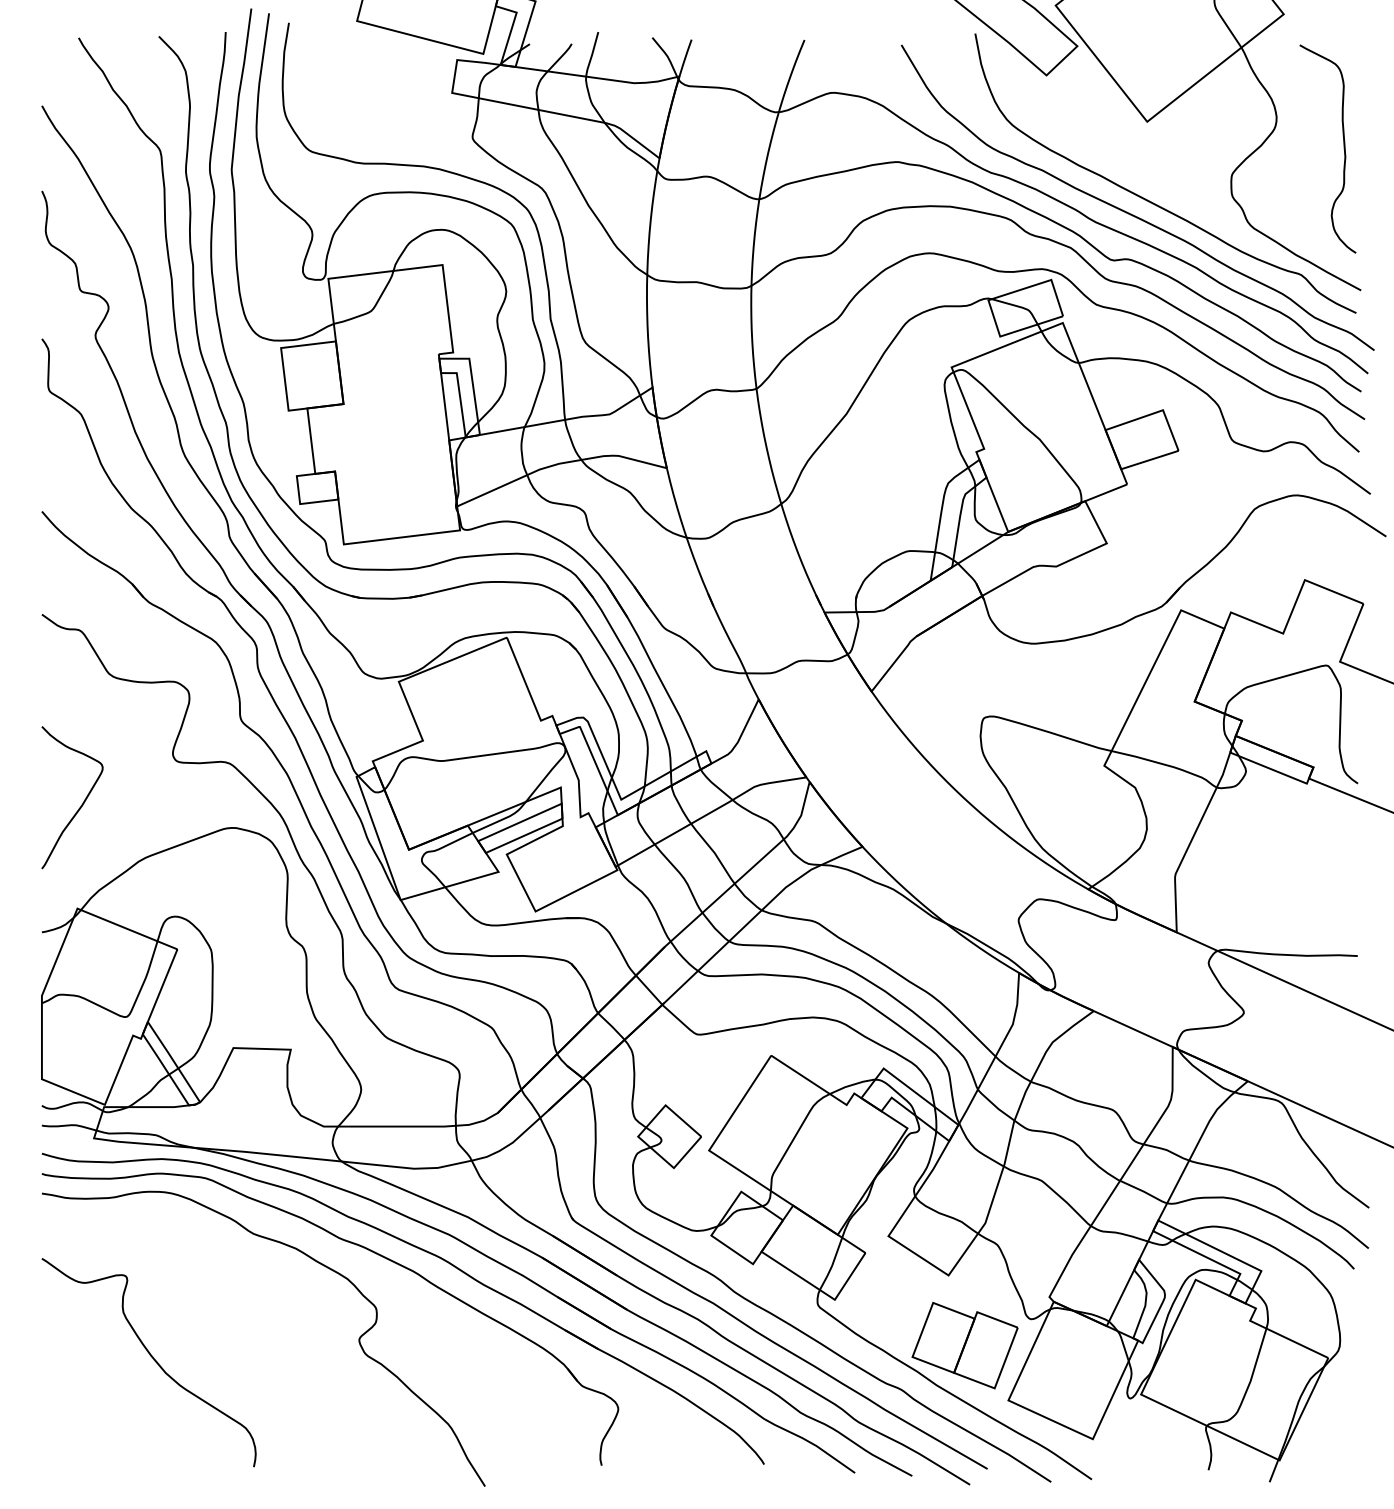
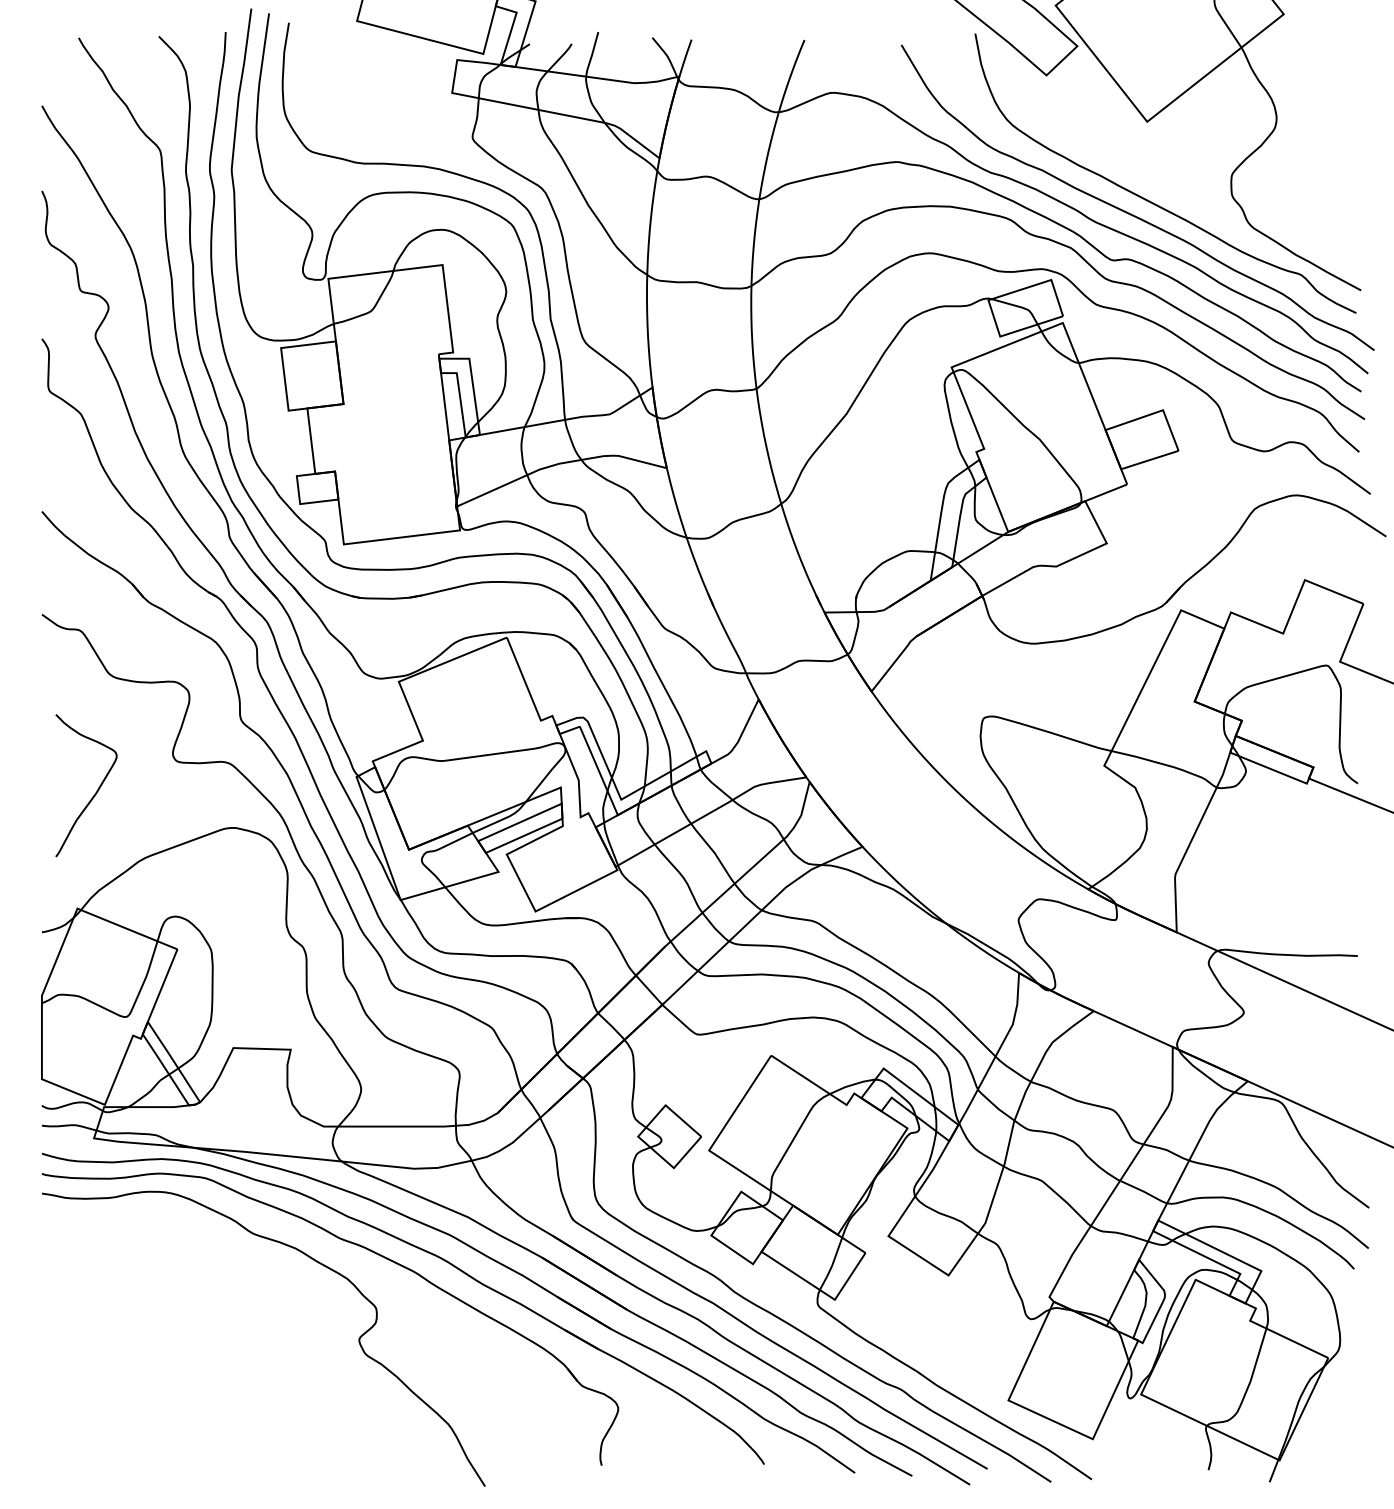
curve at (1343, 148): present -> none
curve at (82, 802) position: (82, 802) -> (96, 790)
part at (964, 1345): present -> none
curve at (152, 1358): present -> none
